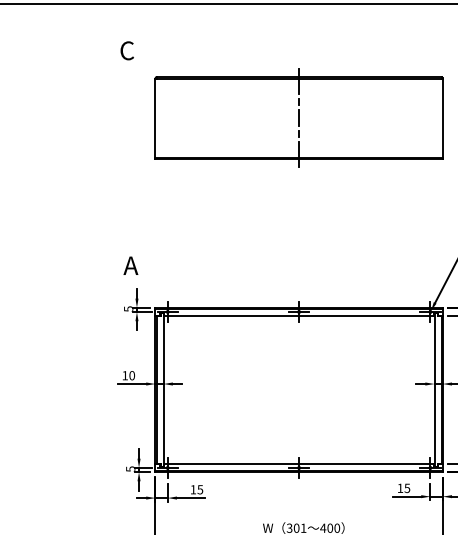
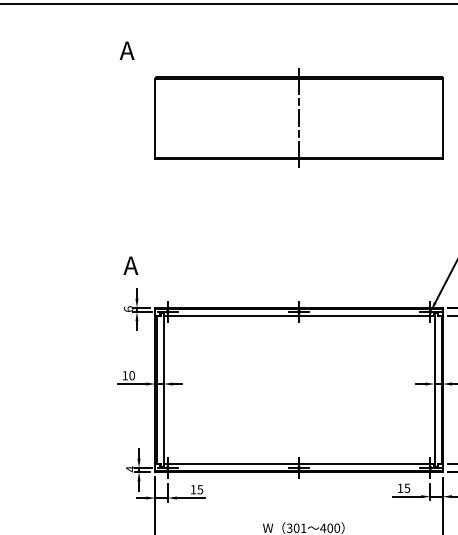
text at (126, 50): C -> A
text at (128, 308): 5 -> 6
text at (130, 469): 5 -> 4
